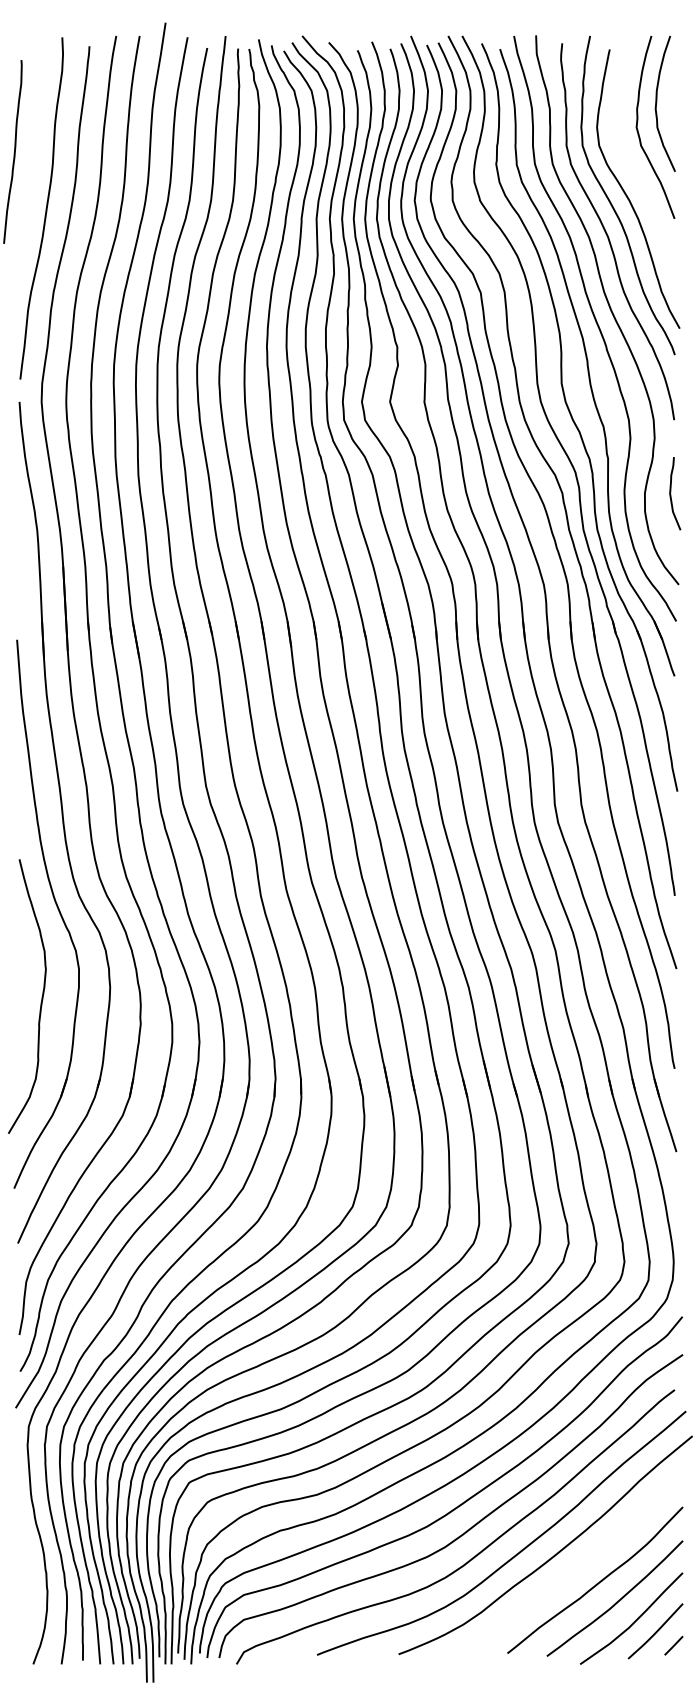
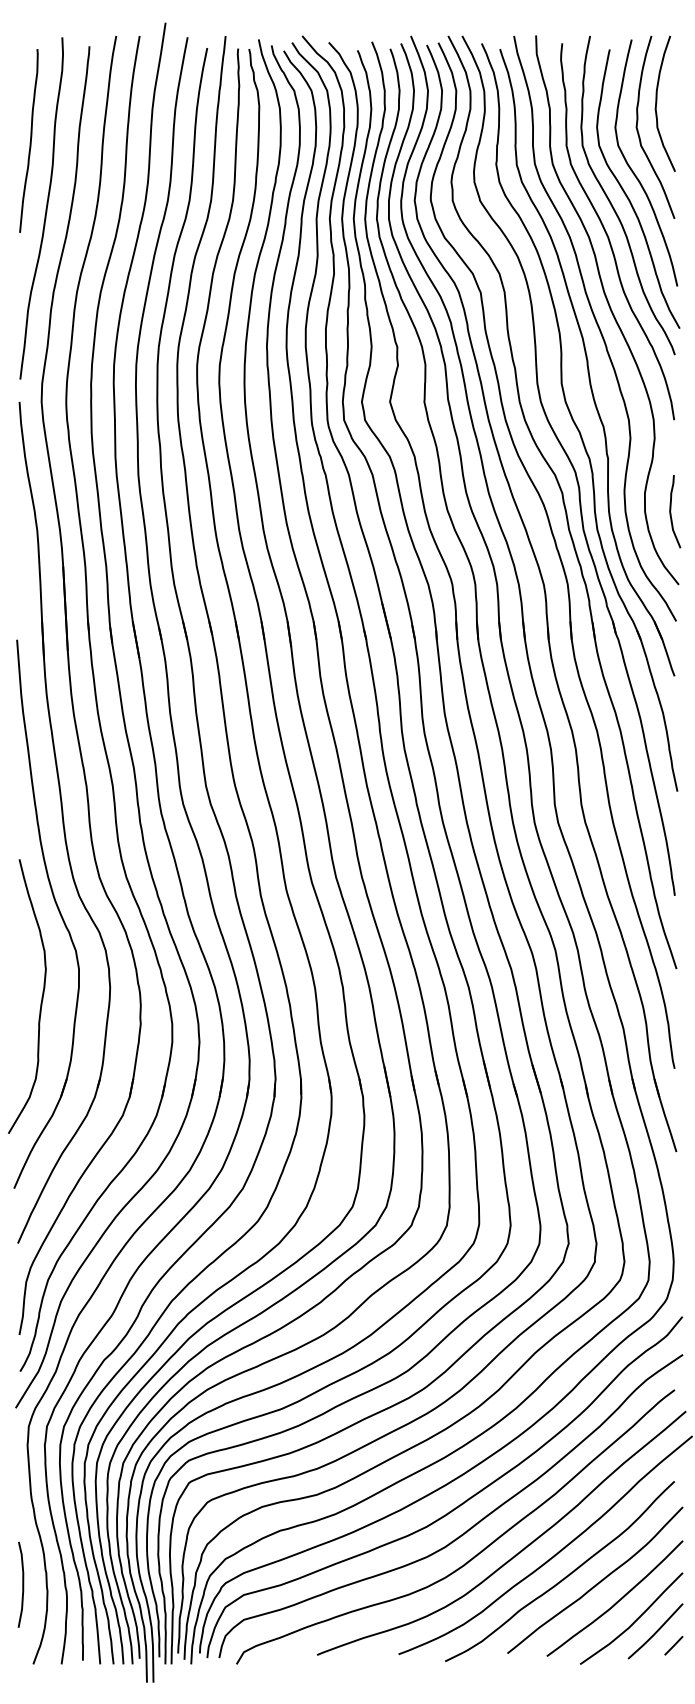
curve at (14, 151) position: (14, 151) -> (30, 140)
curve at (634, 172): none -> present
curve at (671, 492) position: (671, 492) -> (671, 510)
curve at (562, 1578): none -> present
curve at (22, 1584): none -> present
